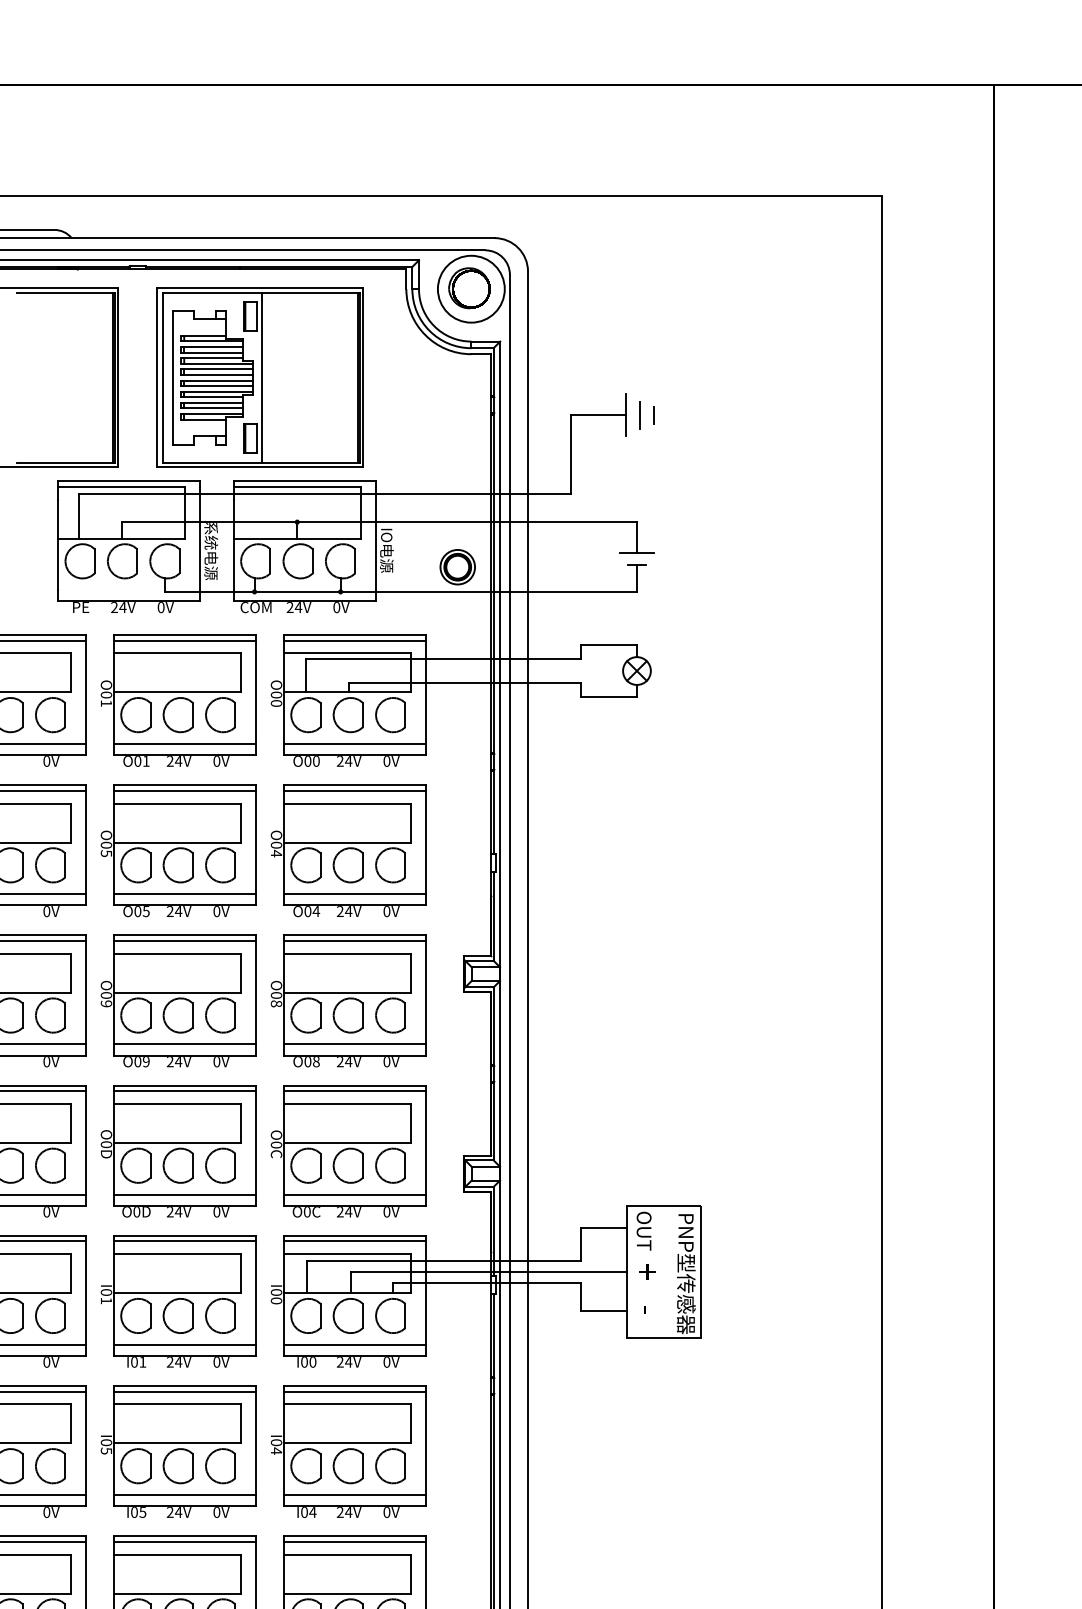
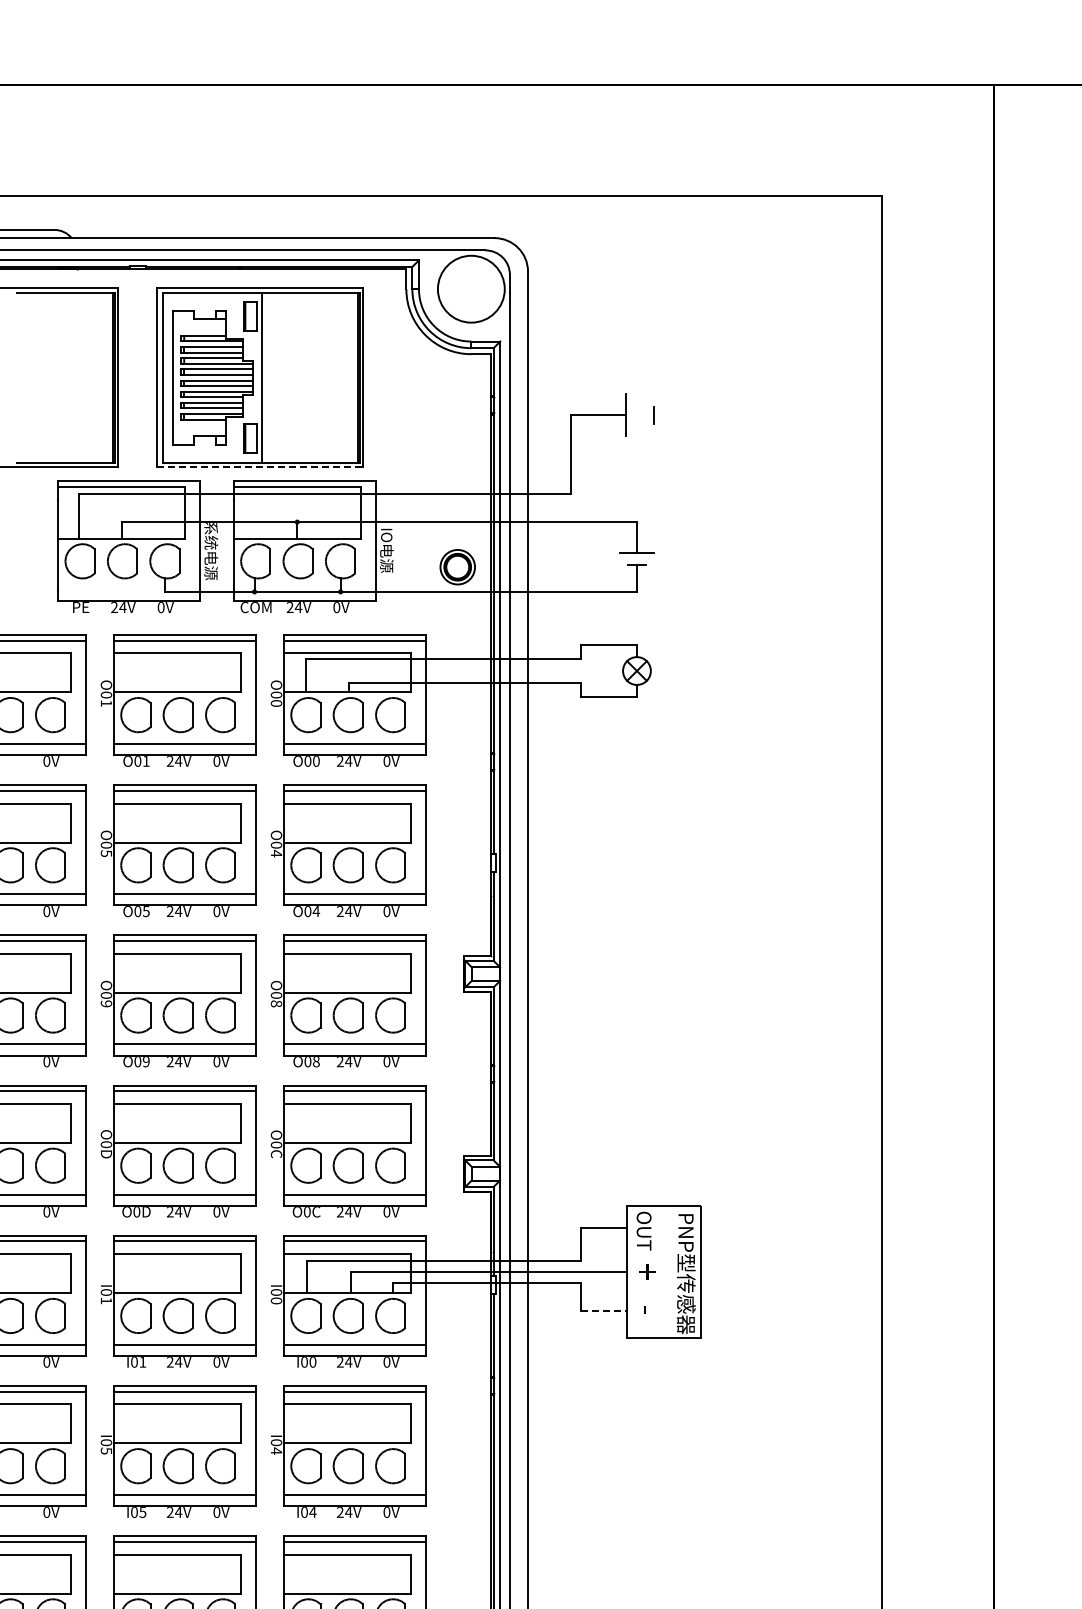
part at (469, 288): present -> none
line at (639, 414): present -> none
line at (260, 467): solid -> dashed
line at (604, 1310): solid -> dashed
